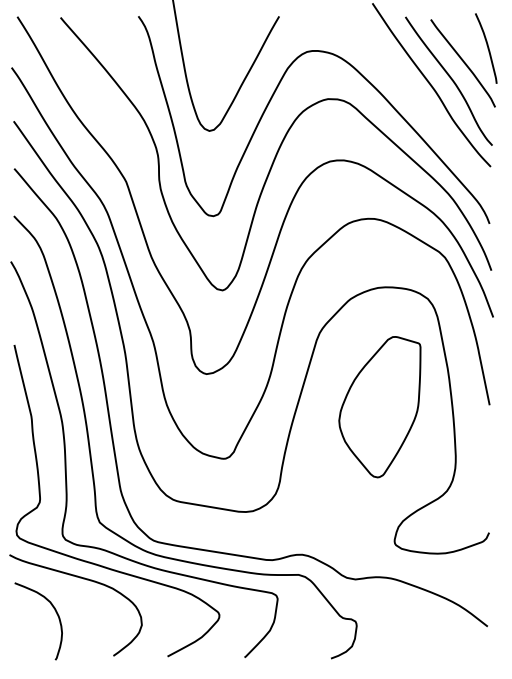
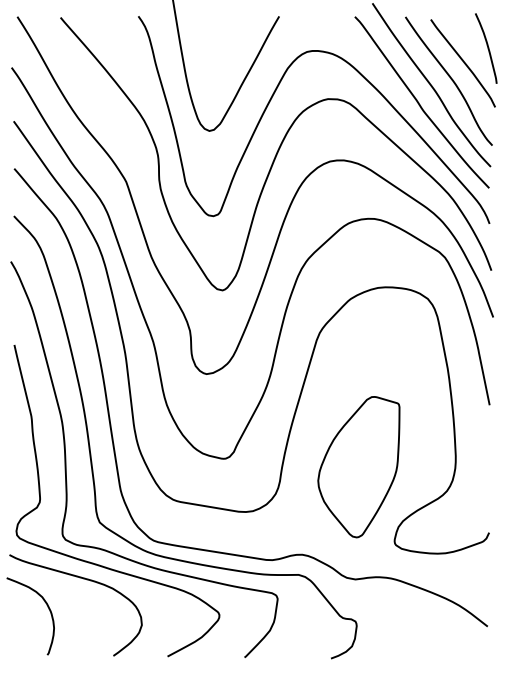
curve at (419, 102): none -> present
part at (379, 407) position: (379, 407) -> (358, 467)
curve at (55, 612) position: (55, 612) -> (47, 607)
